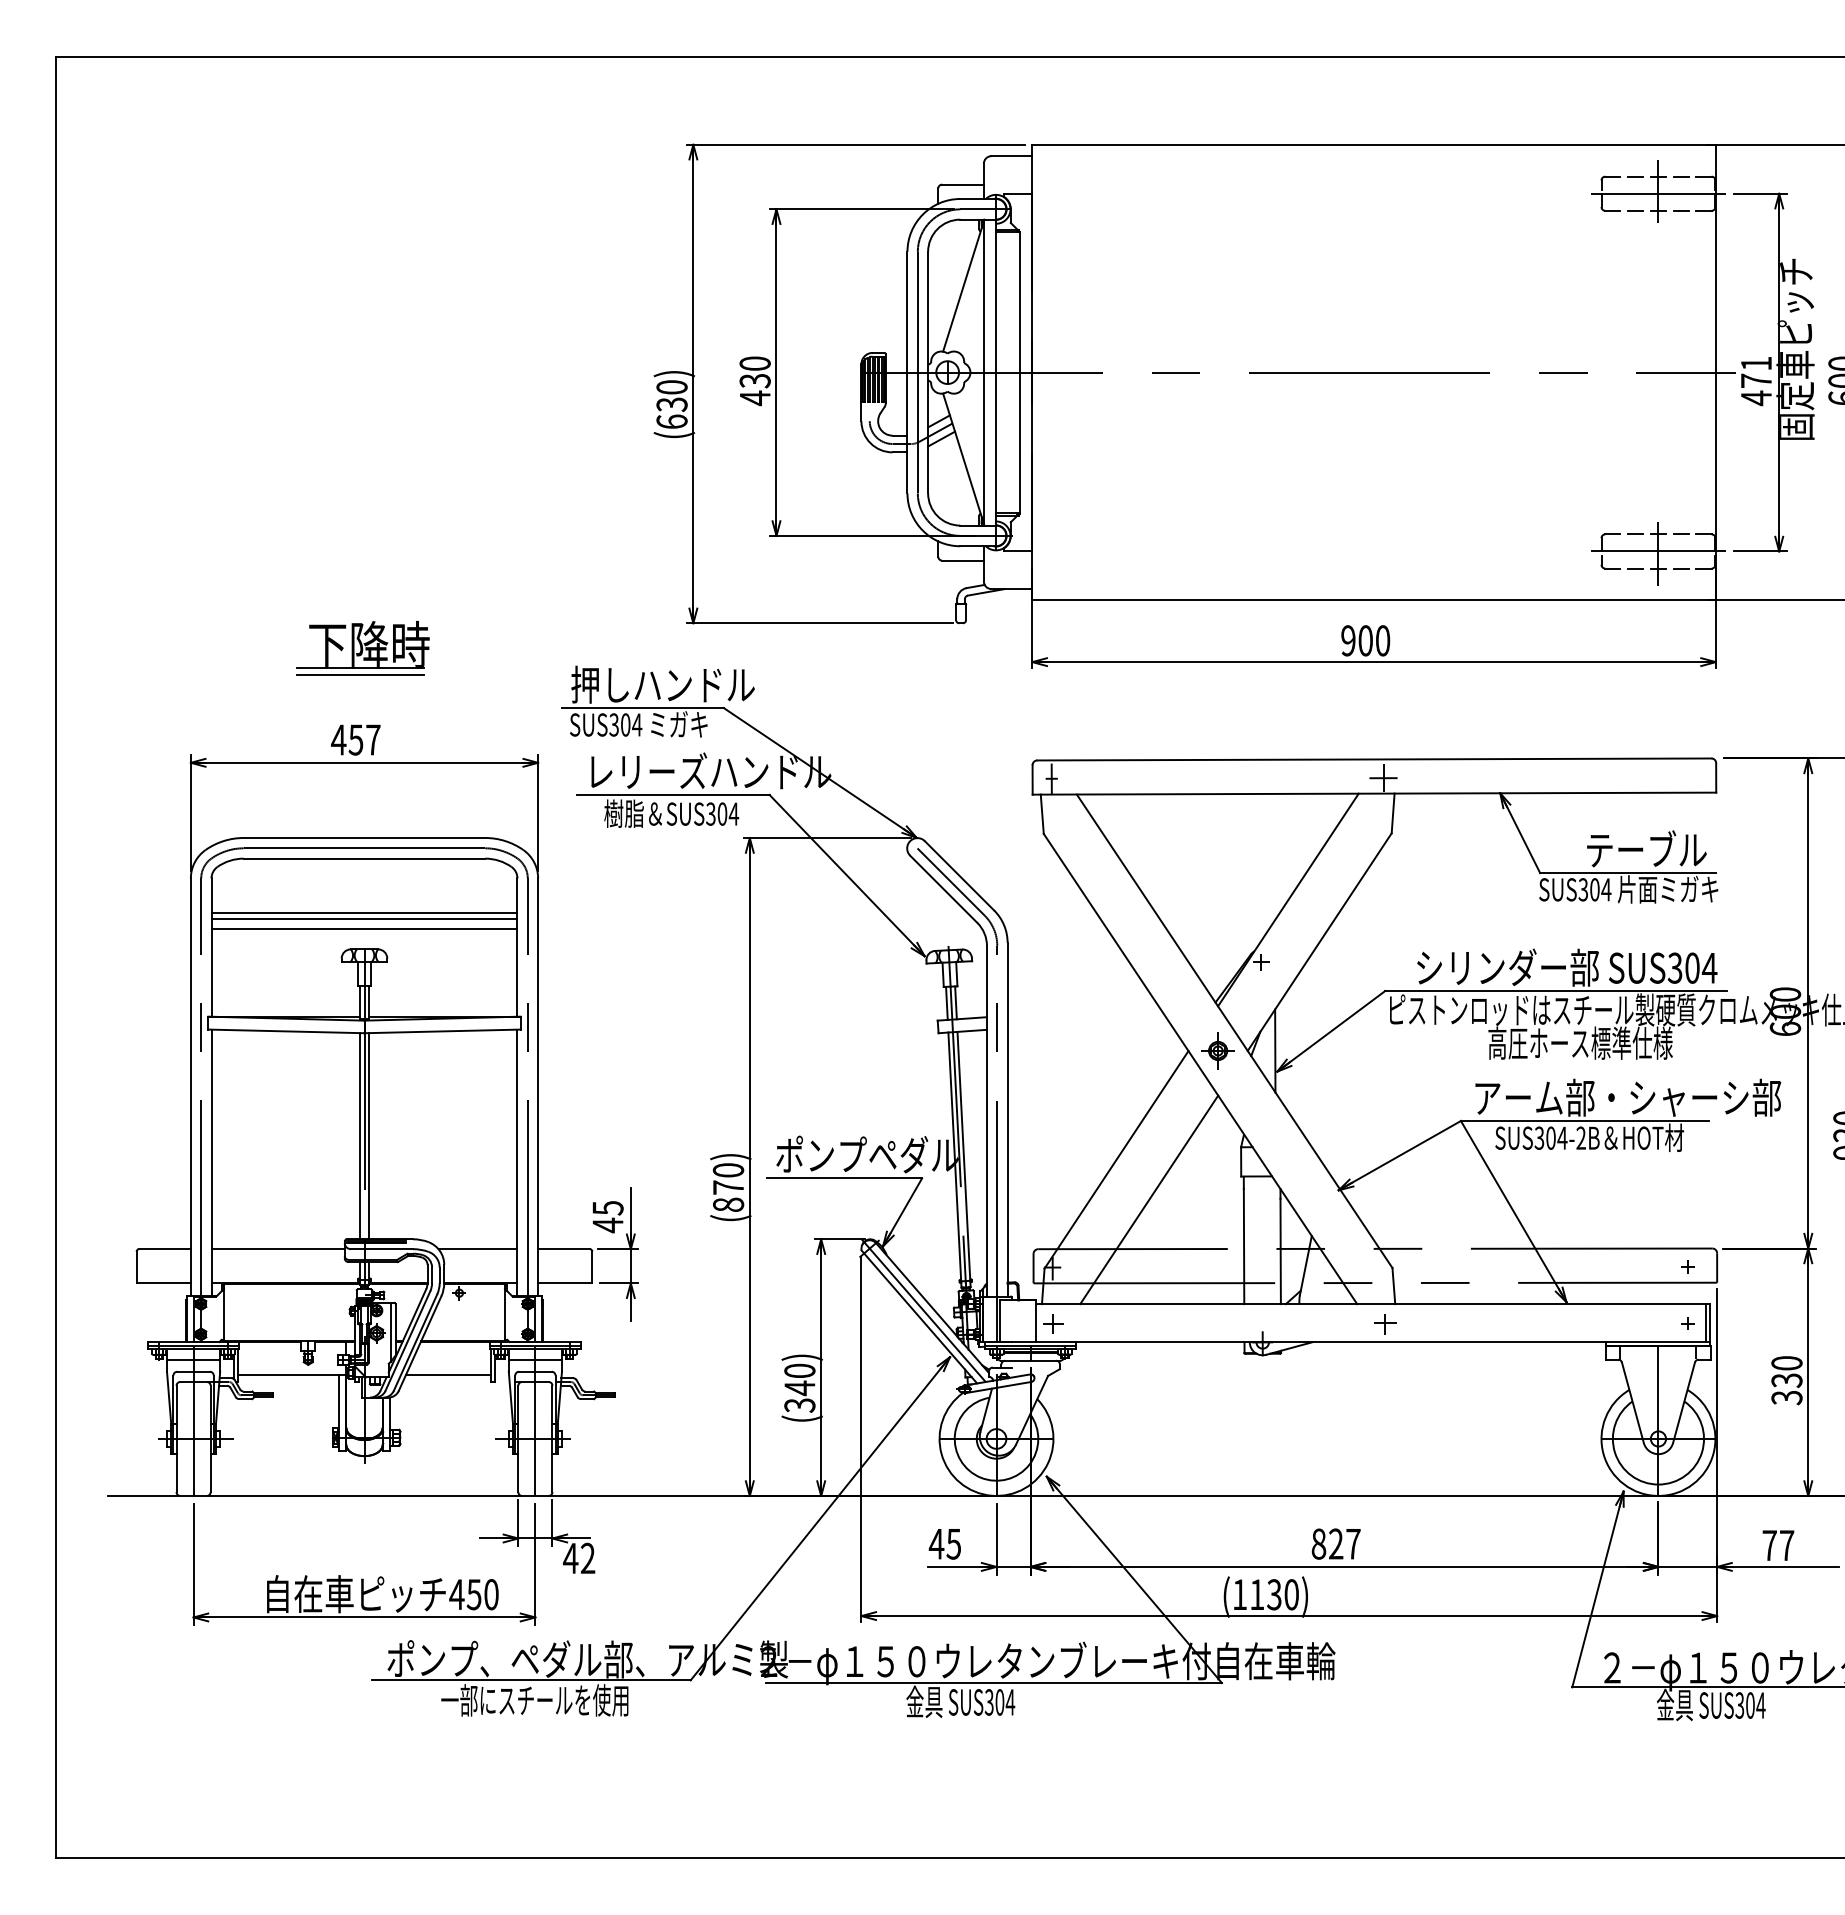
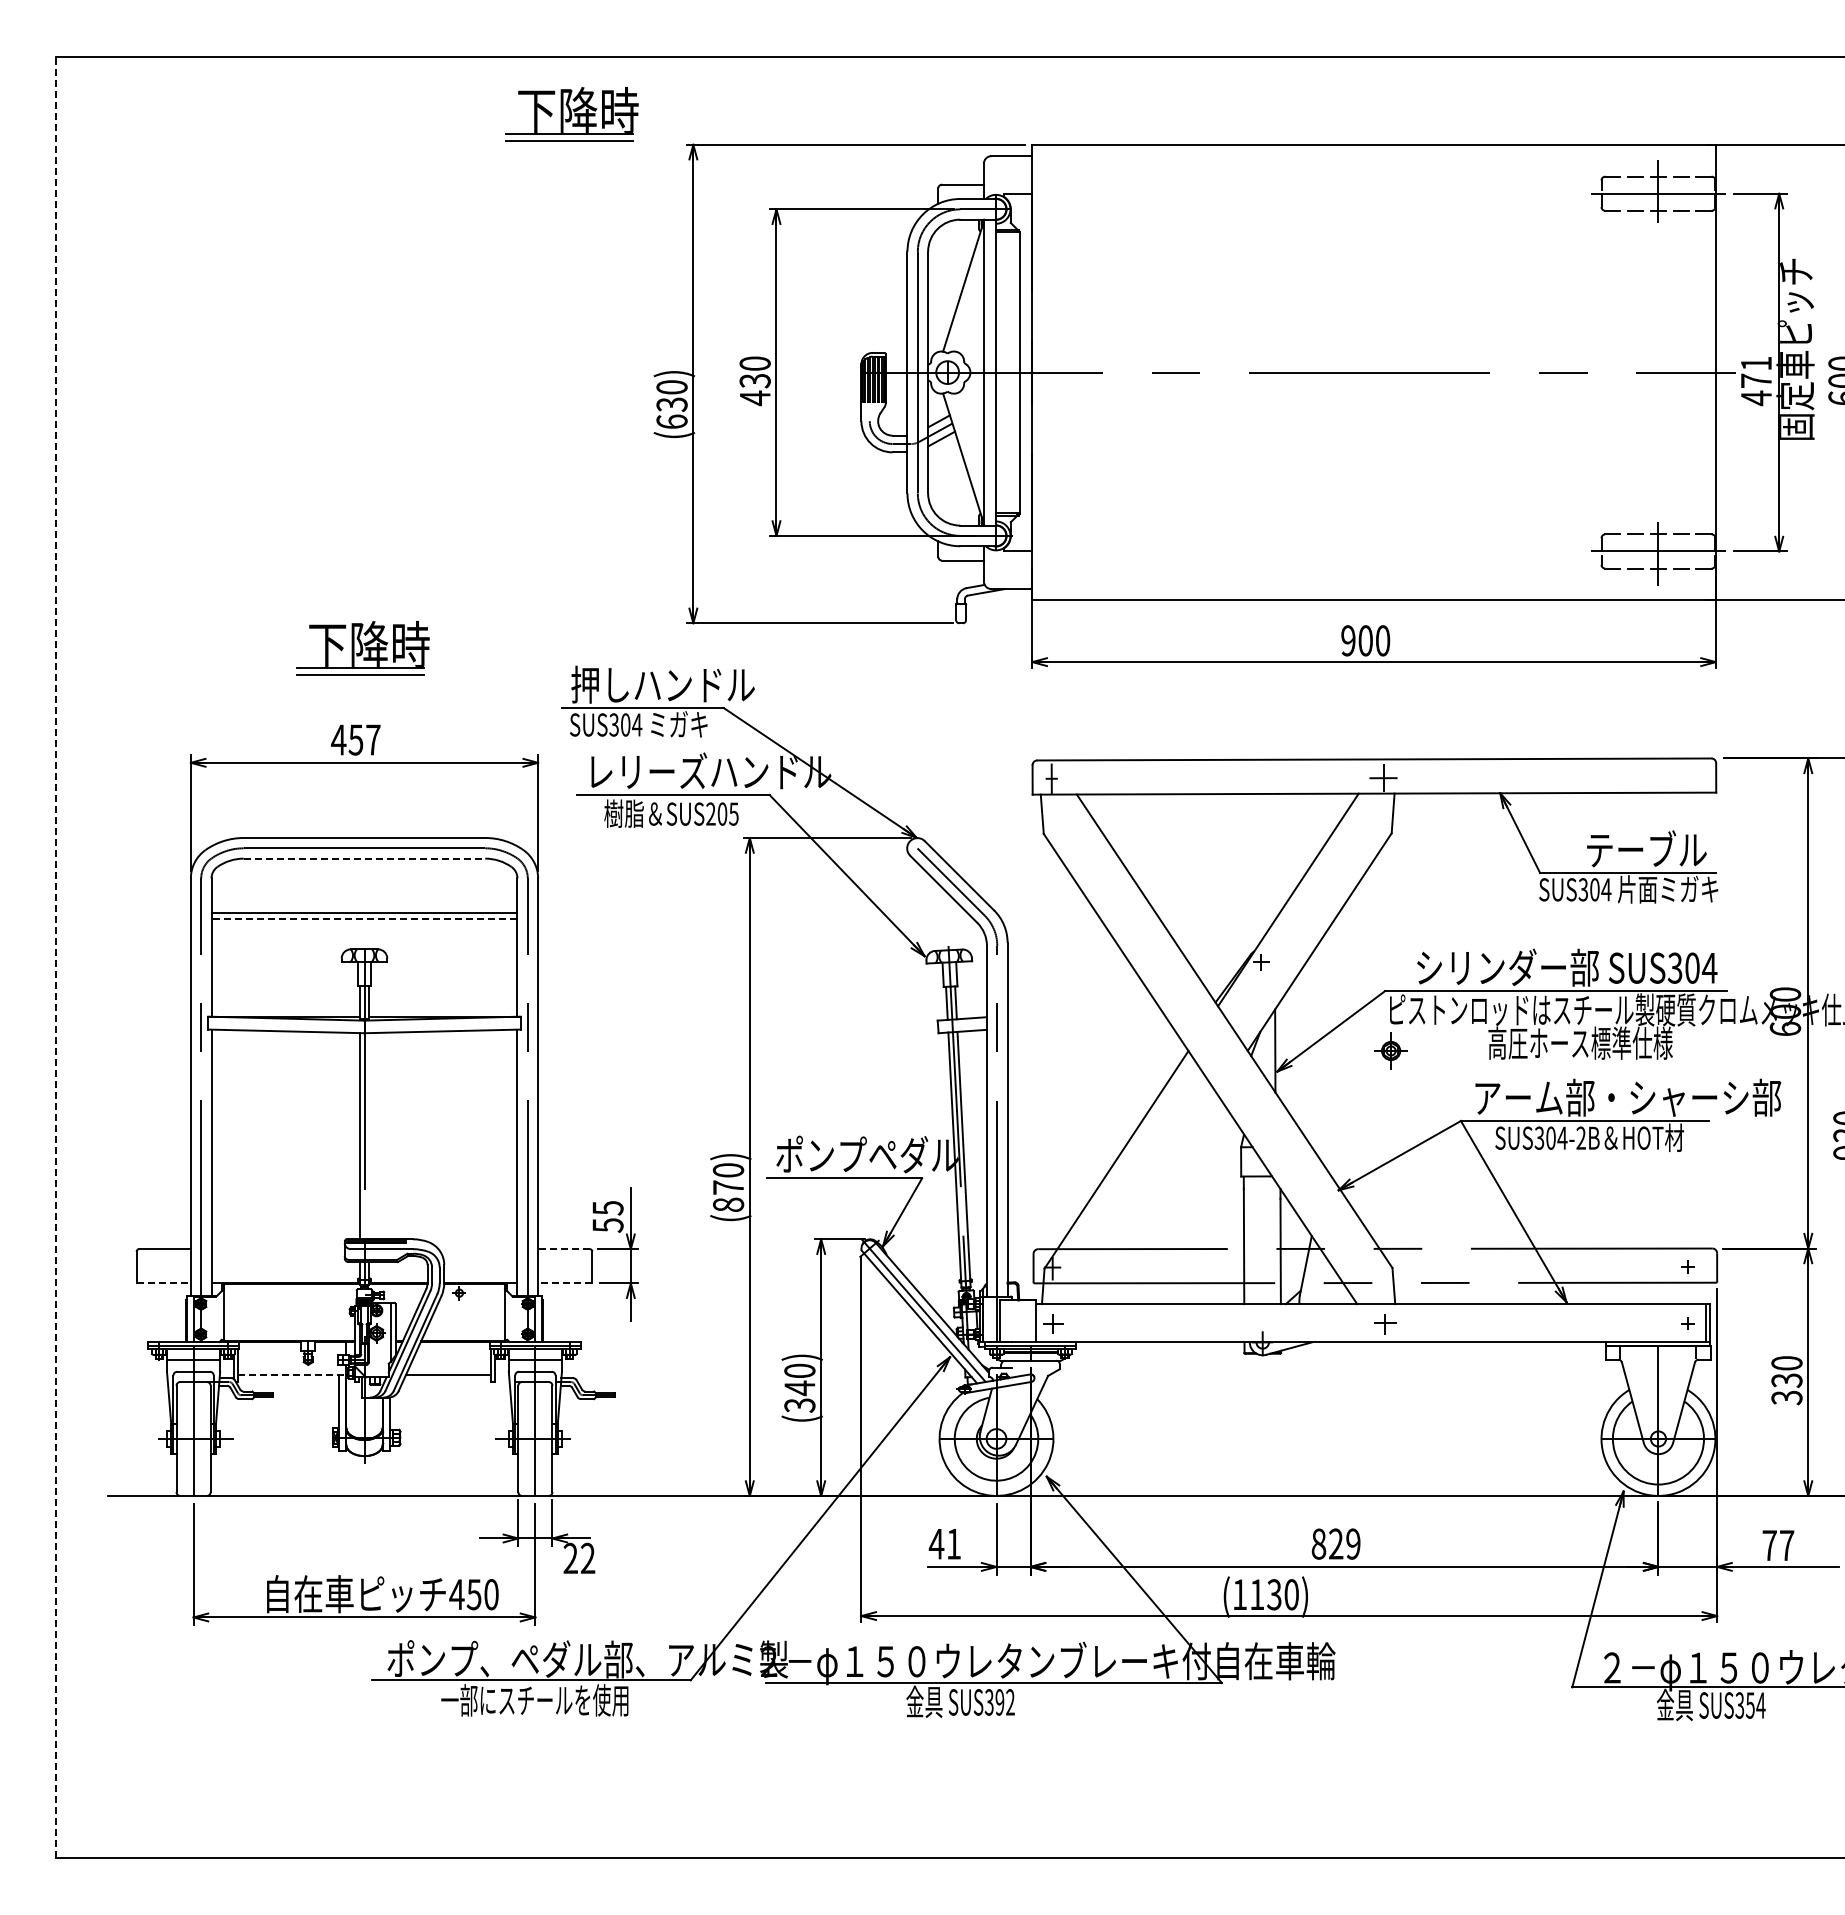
part at (571, 114): none -> present
text at (722, 813): SUS304 -> SUS205
line at (364, 858): solid -> dashed
line at (364, 918): solid -> dashed
line at (364, 929): present -> none
line at (55, 957): solid -> dashed
part at (1217, 1050) position: (1217, 1050) -> (1390, 1050)
line at (369, 1136): present -> none
line at (1149, 1199): present -> none
text at (607, 1225): 45 -> 55
line at (277, 1249): present -> none
line at (477, 1249): present -> none
line at (564, 1249): solid -> dashed
line at (164, 1283): solid -> dashed
line at (564, 1283): solid -> dashed
line at (292, 1375): solid -> dashed
text at (1353, 1543): 827 -> 829
text at (953, 1544): 45 -> 41
text at (570, 1557): 42 -> 22
text at (1005, 1702): SUS304 -> SUS392
text at (1749, 1705): SUS304 -> SUS354
